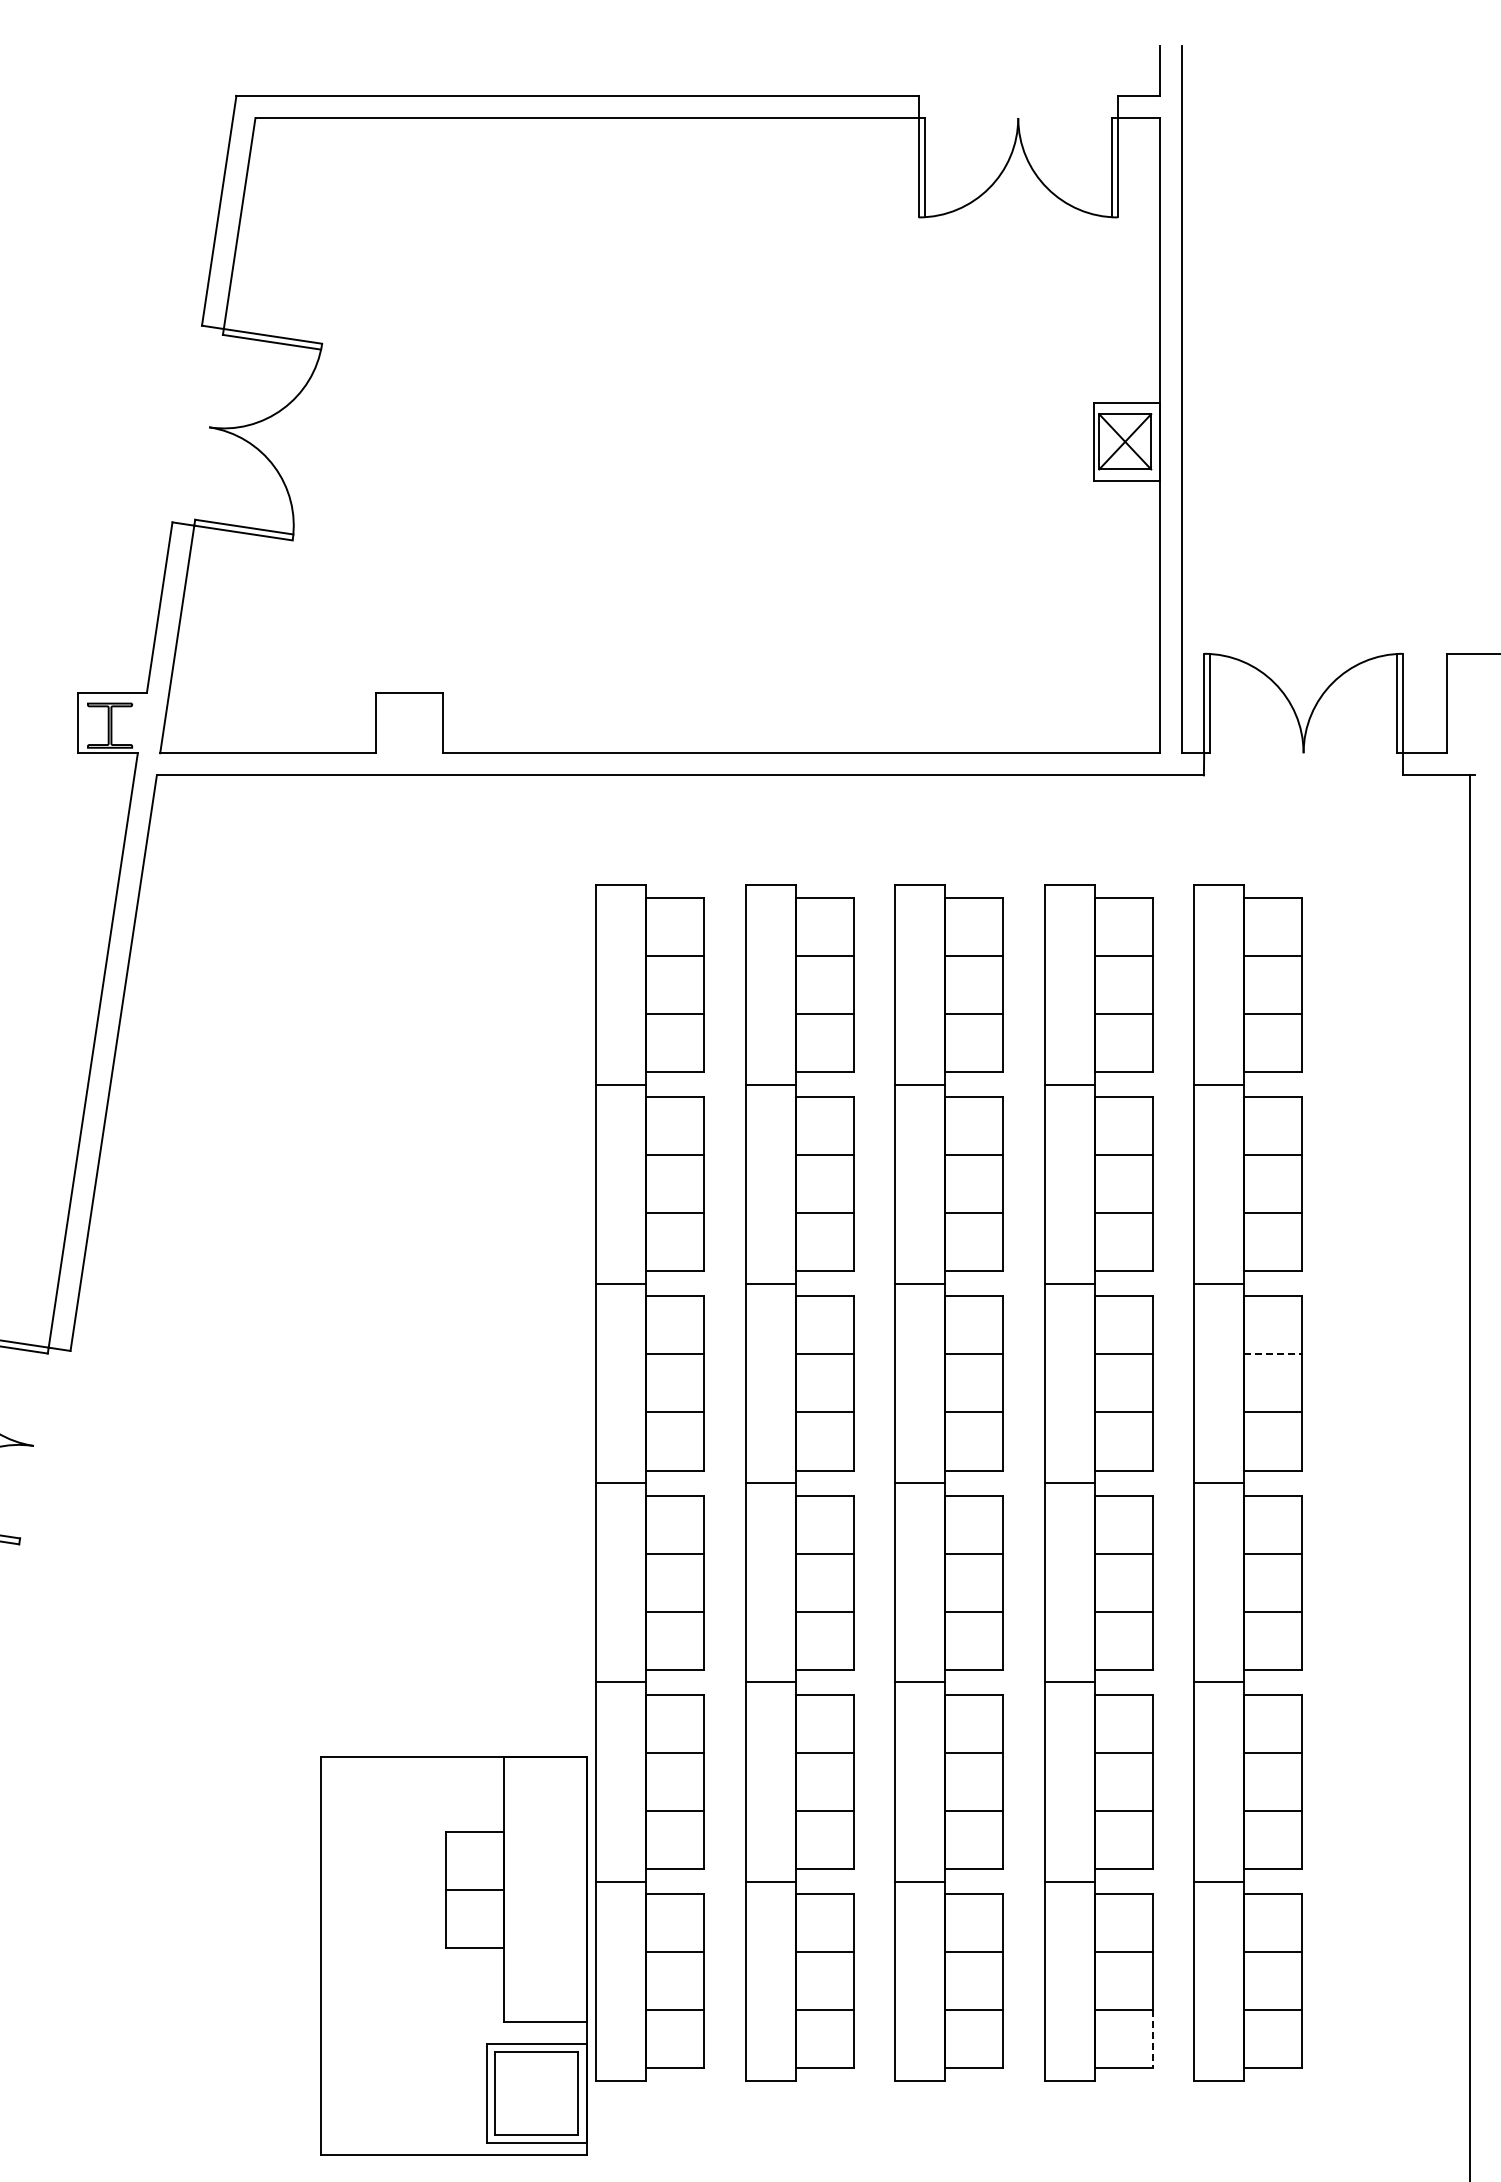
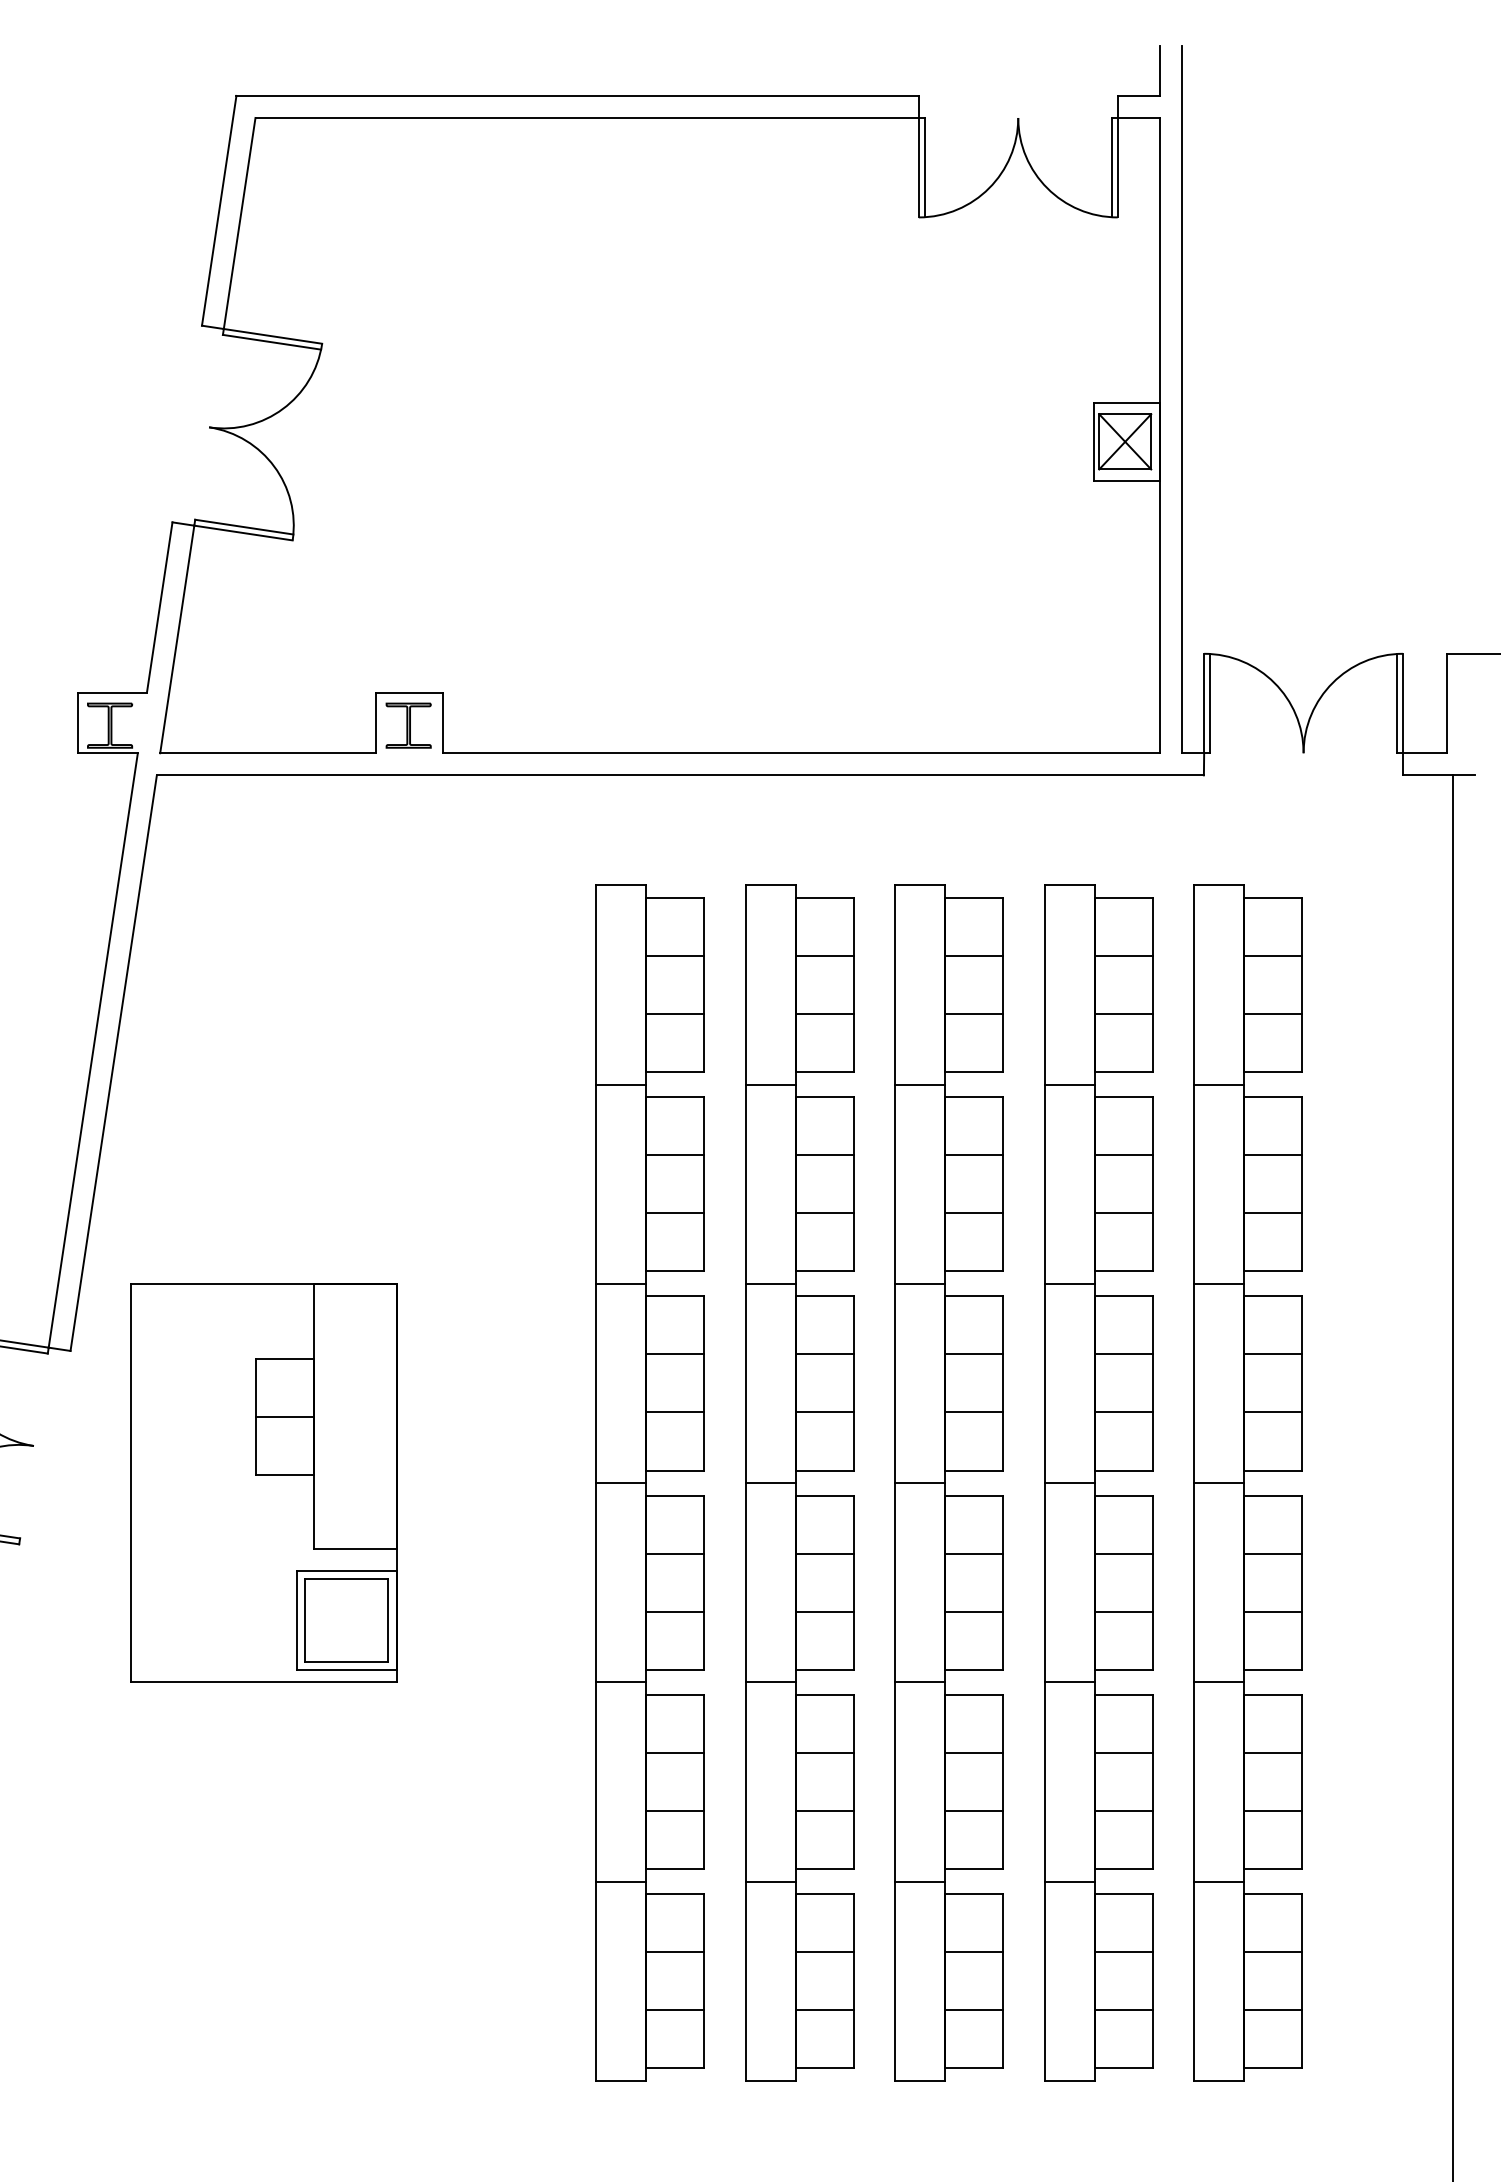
part at (408, 725): none -> present
line at (1273, 1354): dashed -> solid
line at (1469, 1476) position: (1469, 1476) -> (1452, 1476)
part at (453, 1955) position: (453, 1955) -> (263, 1482)
line at (1152, 2039): dashed -> solid
